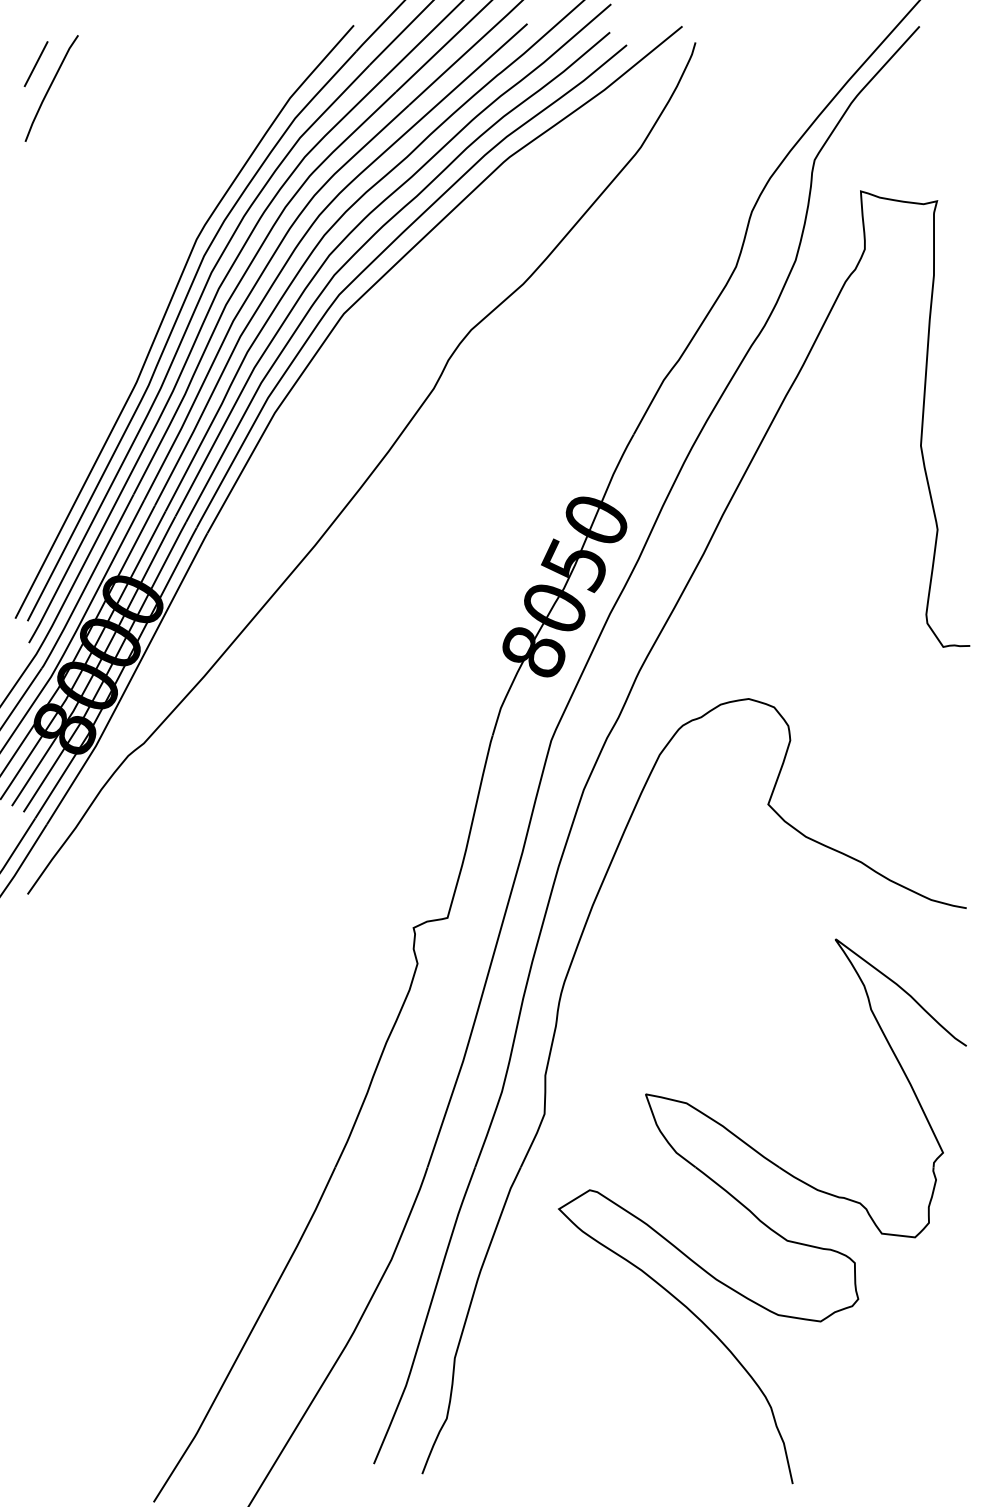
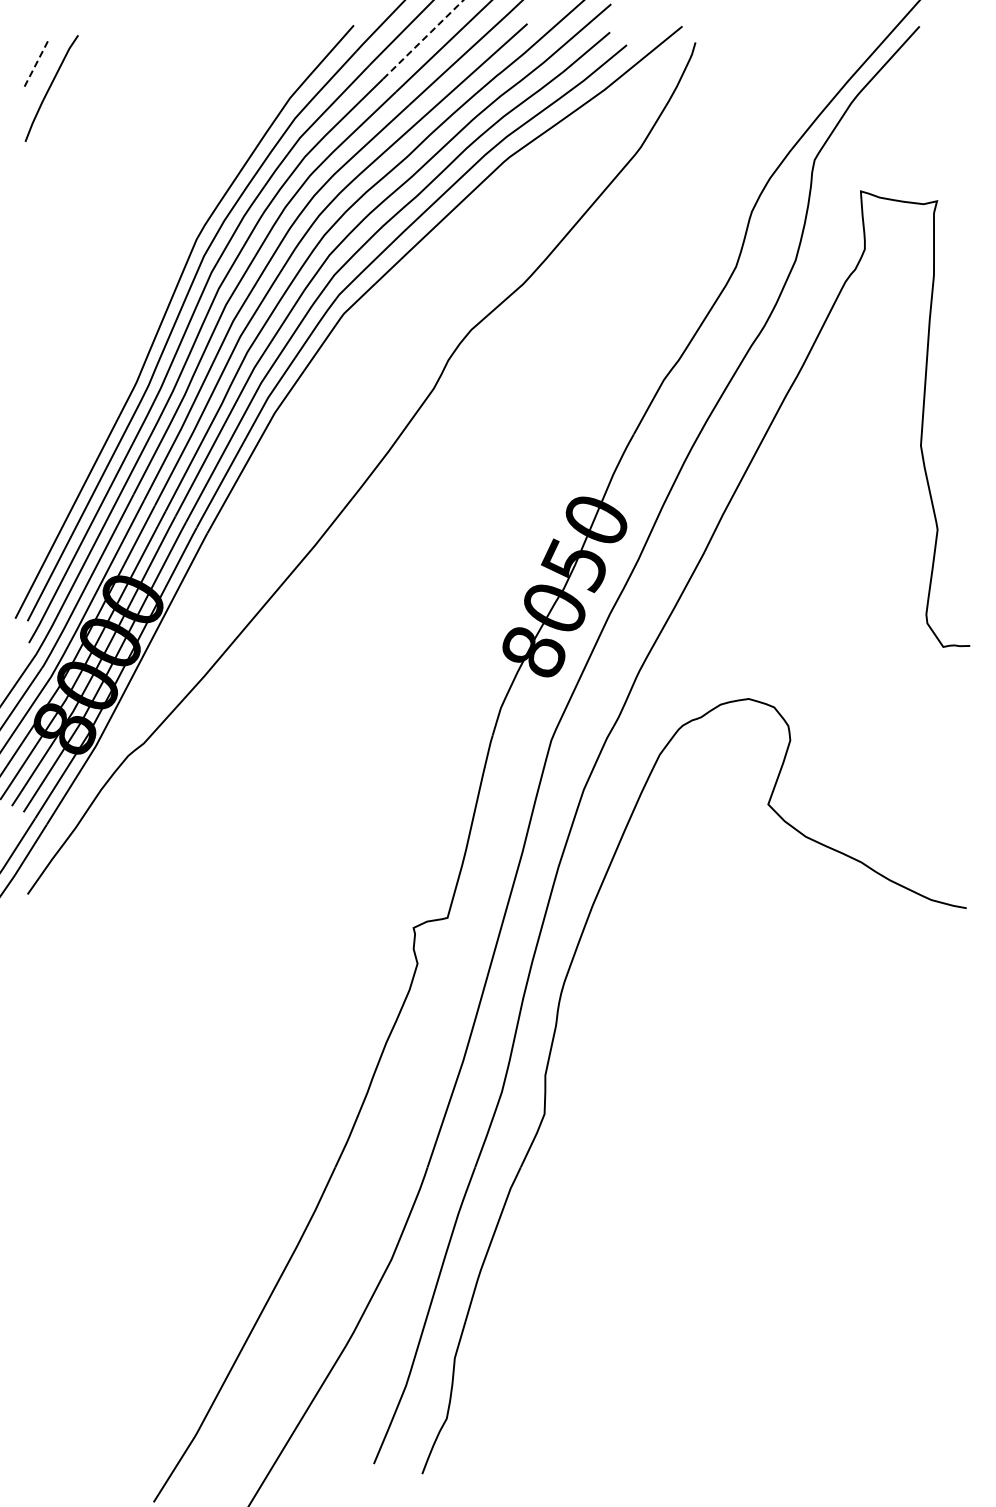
line at (423, 39): solid -> dashed
line at (36, 64): solid -> dashed
part at (757, 1216): present -> none
